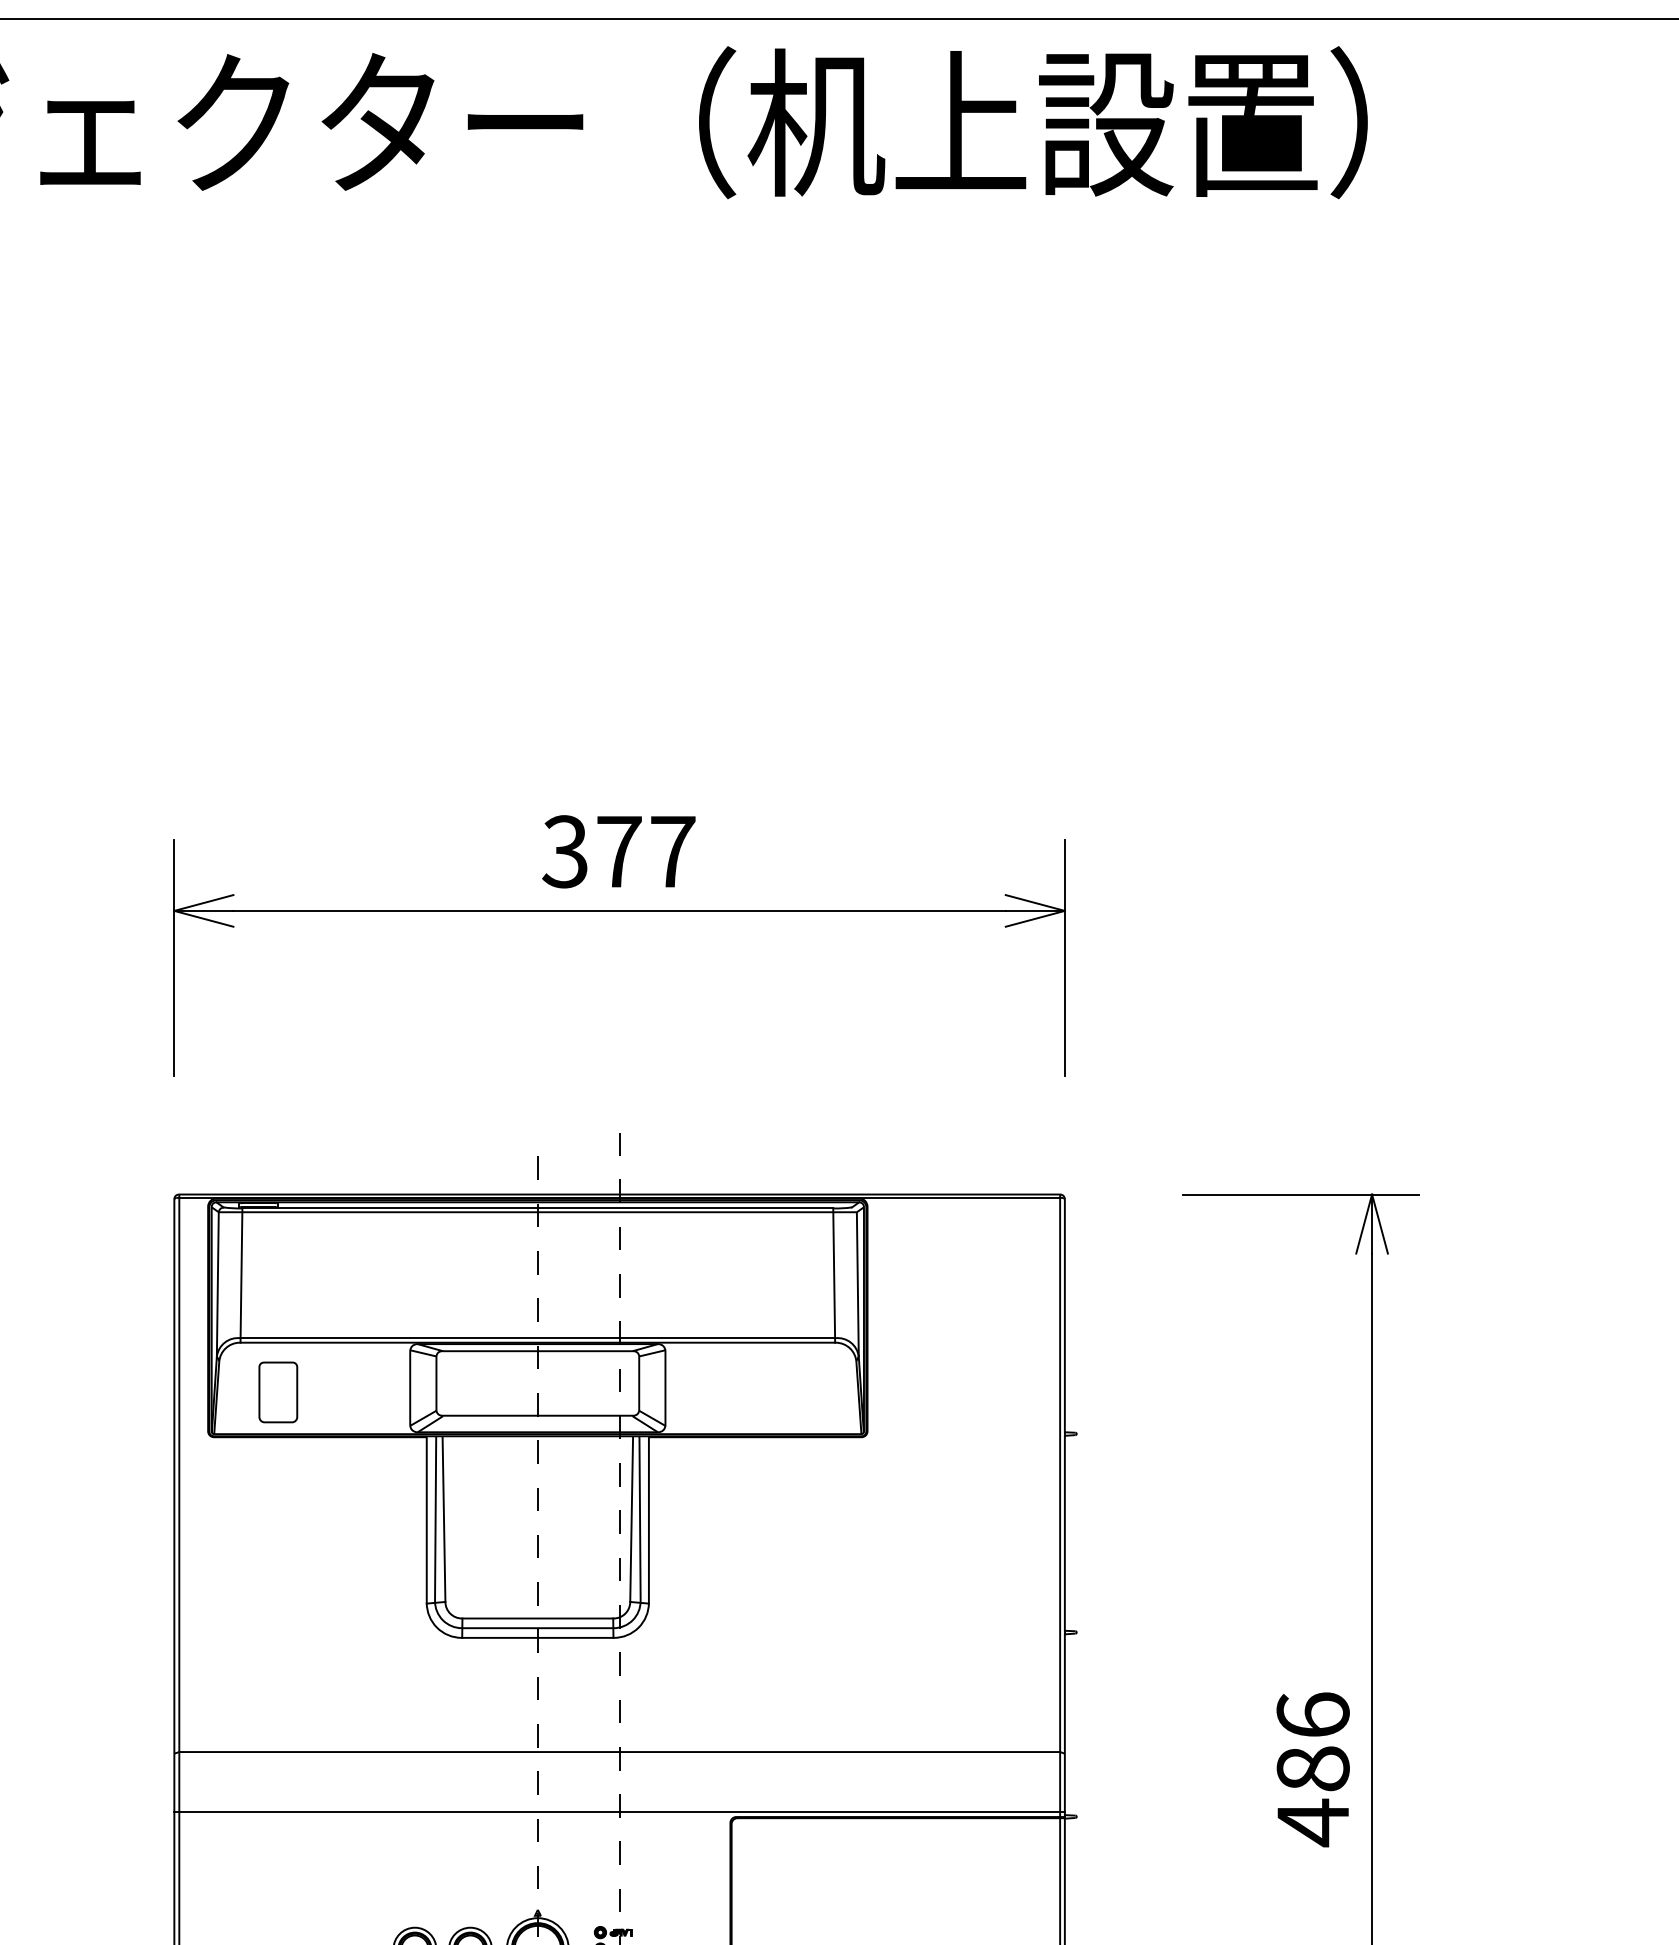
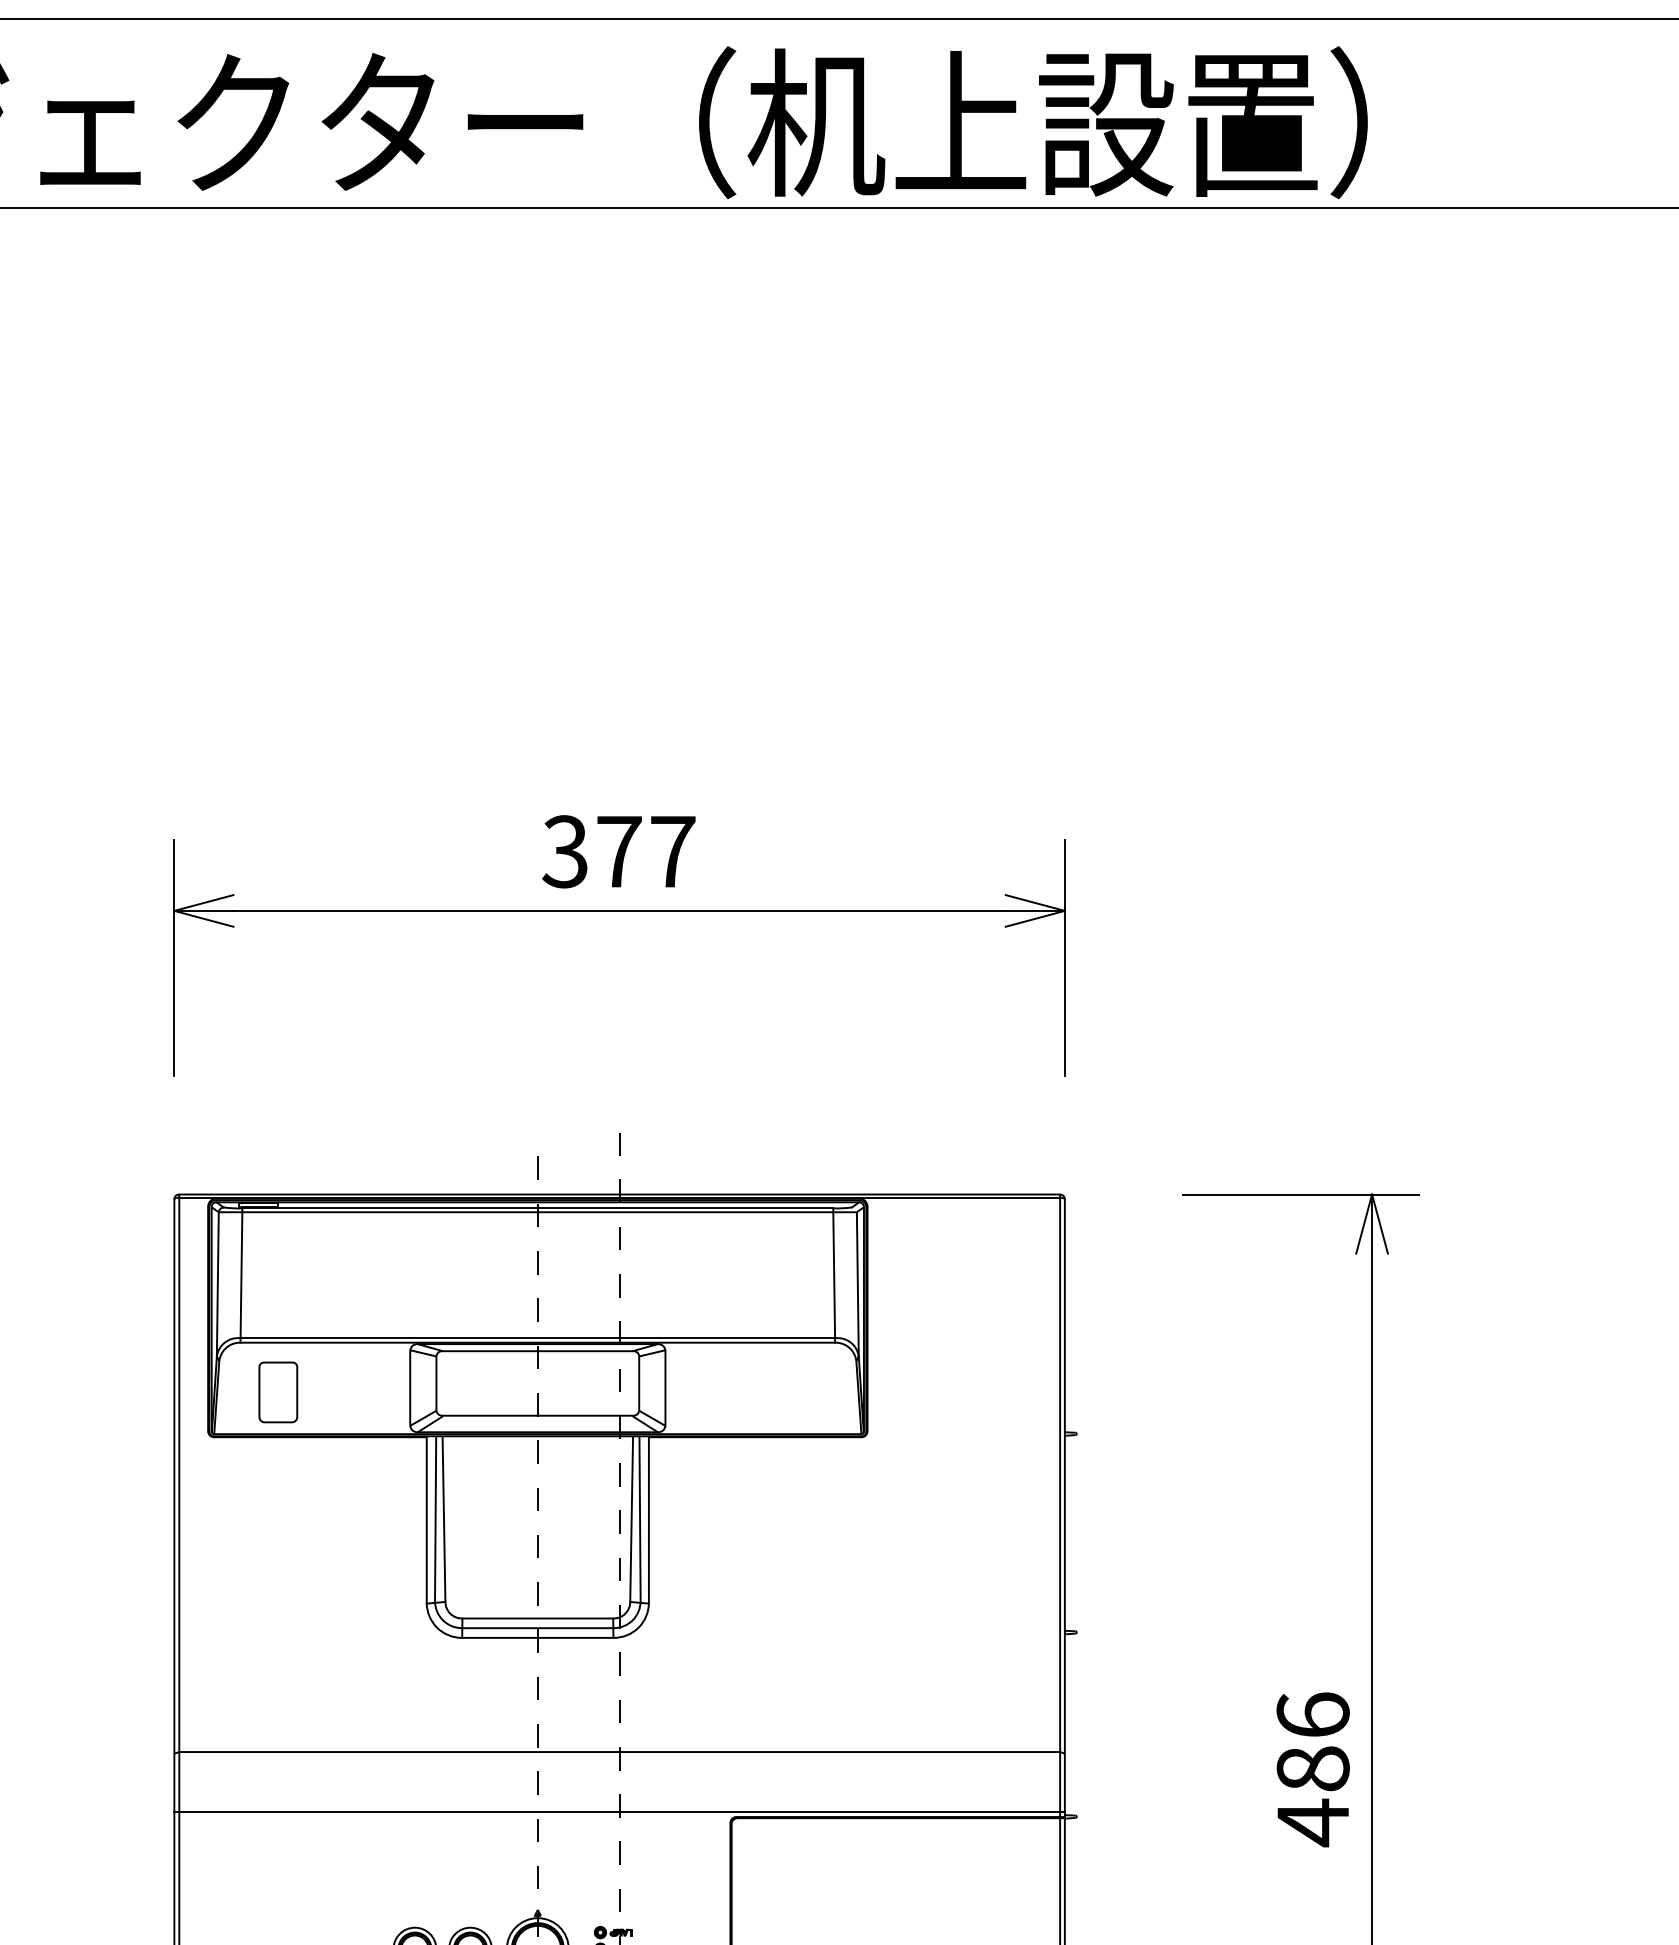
line at (838, 207): none -> present
